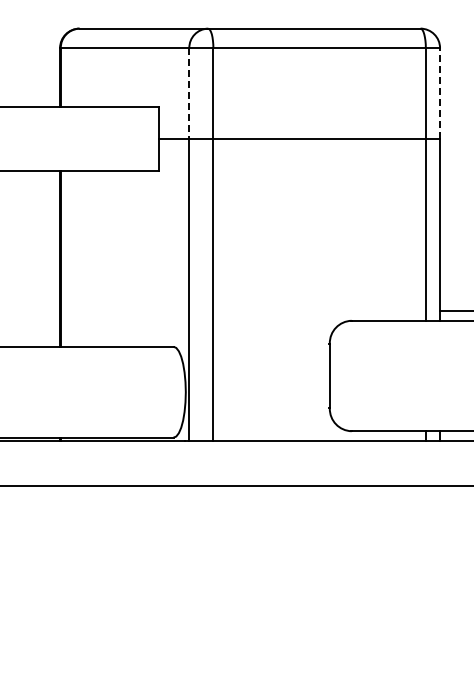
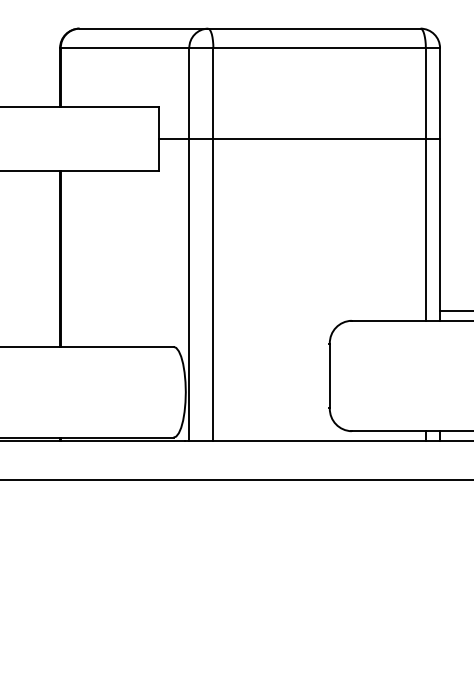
line at (440, 93): dashed -> solid
line at (189, 94): dashed -> solid
line at (236, 485) position: (236, 485) -> (236, 479)
